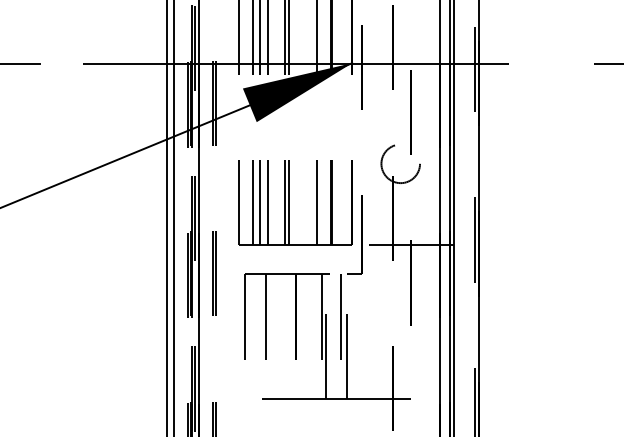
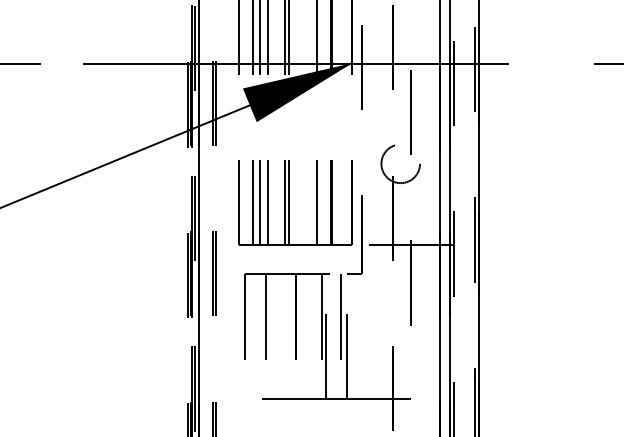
line at (167, 217): present -> none
line at (173, 217): present -> none
line at (454, 218): solid -> dashed
